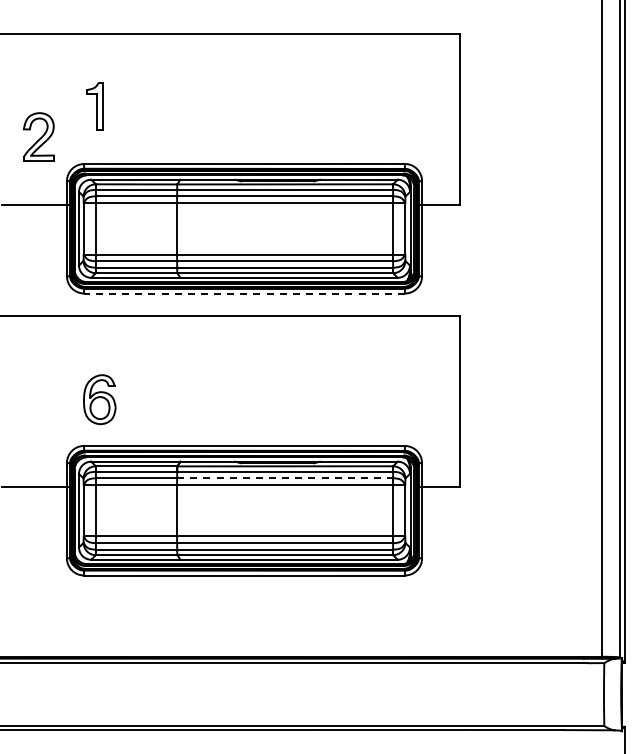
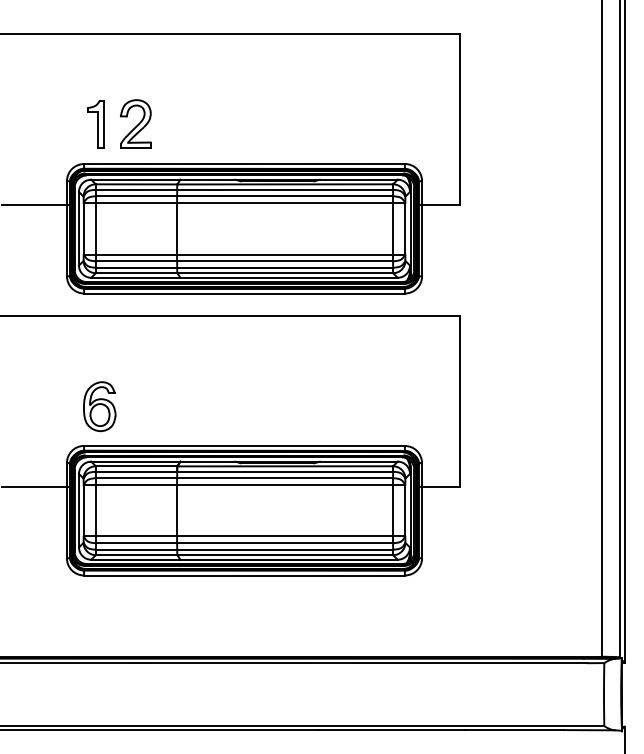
part at (94, 106) position: (94, 106) -> (95, 124)
part at (38, 136) position: (38, 136) -> (135, 123)
line at (244, 293): dashed -> solid
part at (99, 399) position: (99, 399) -> (99, 406)
line at (285, 478): dashed -> solid
